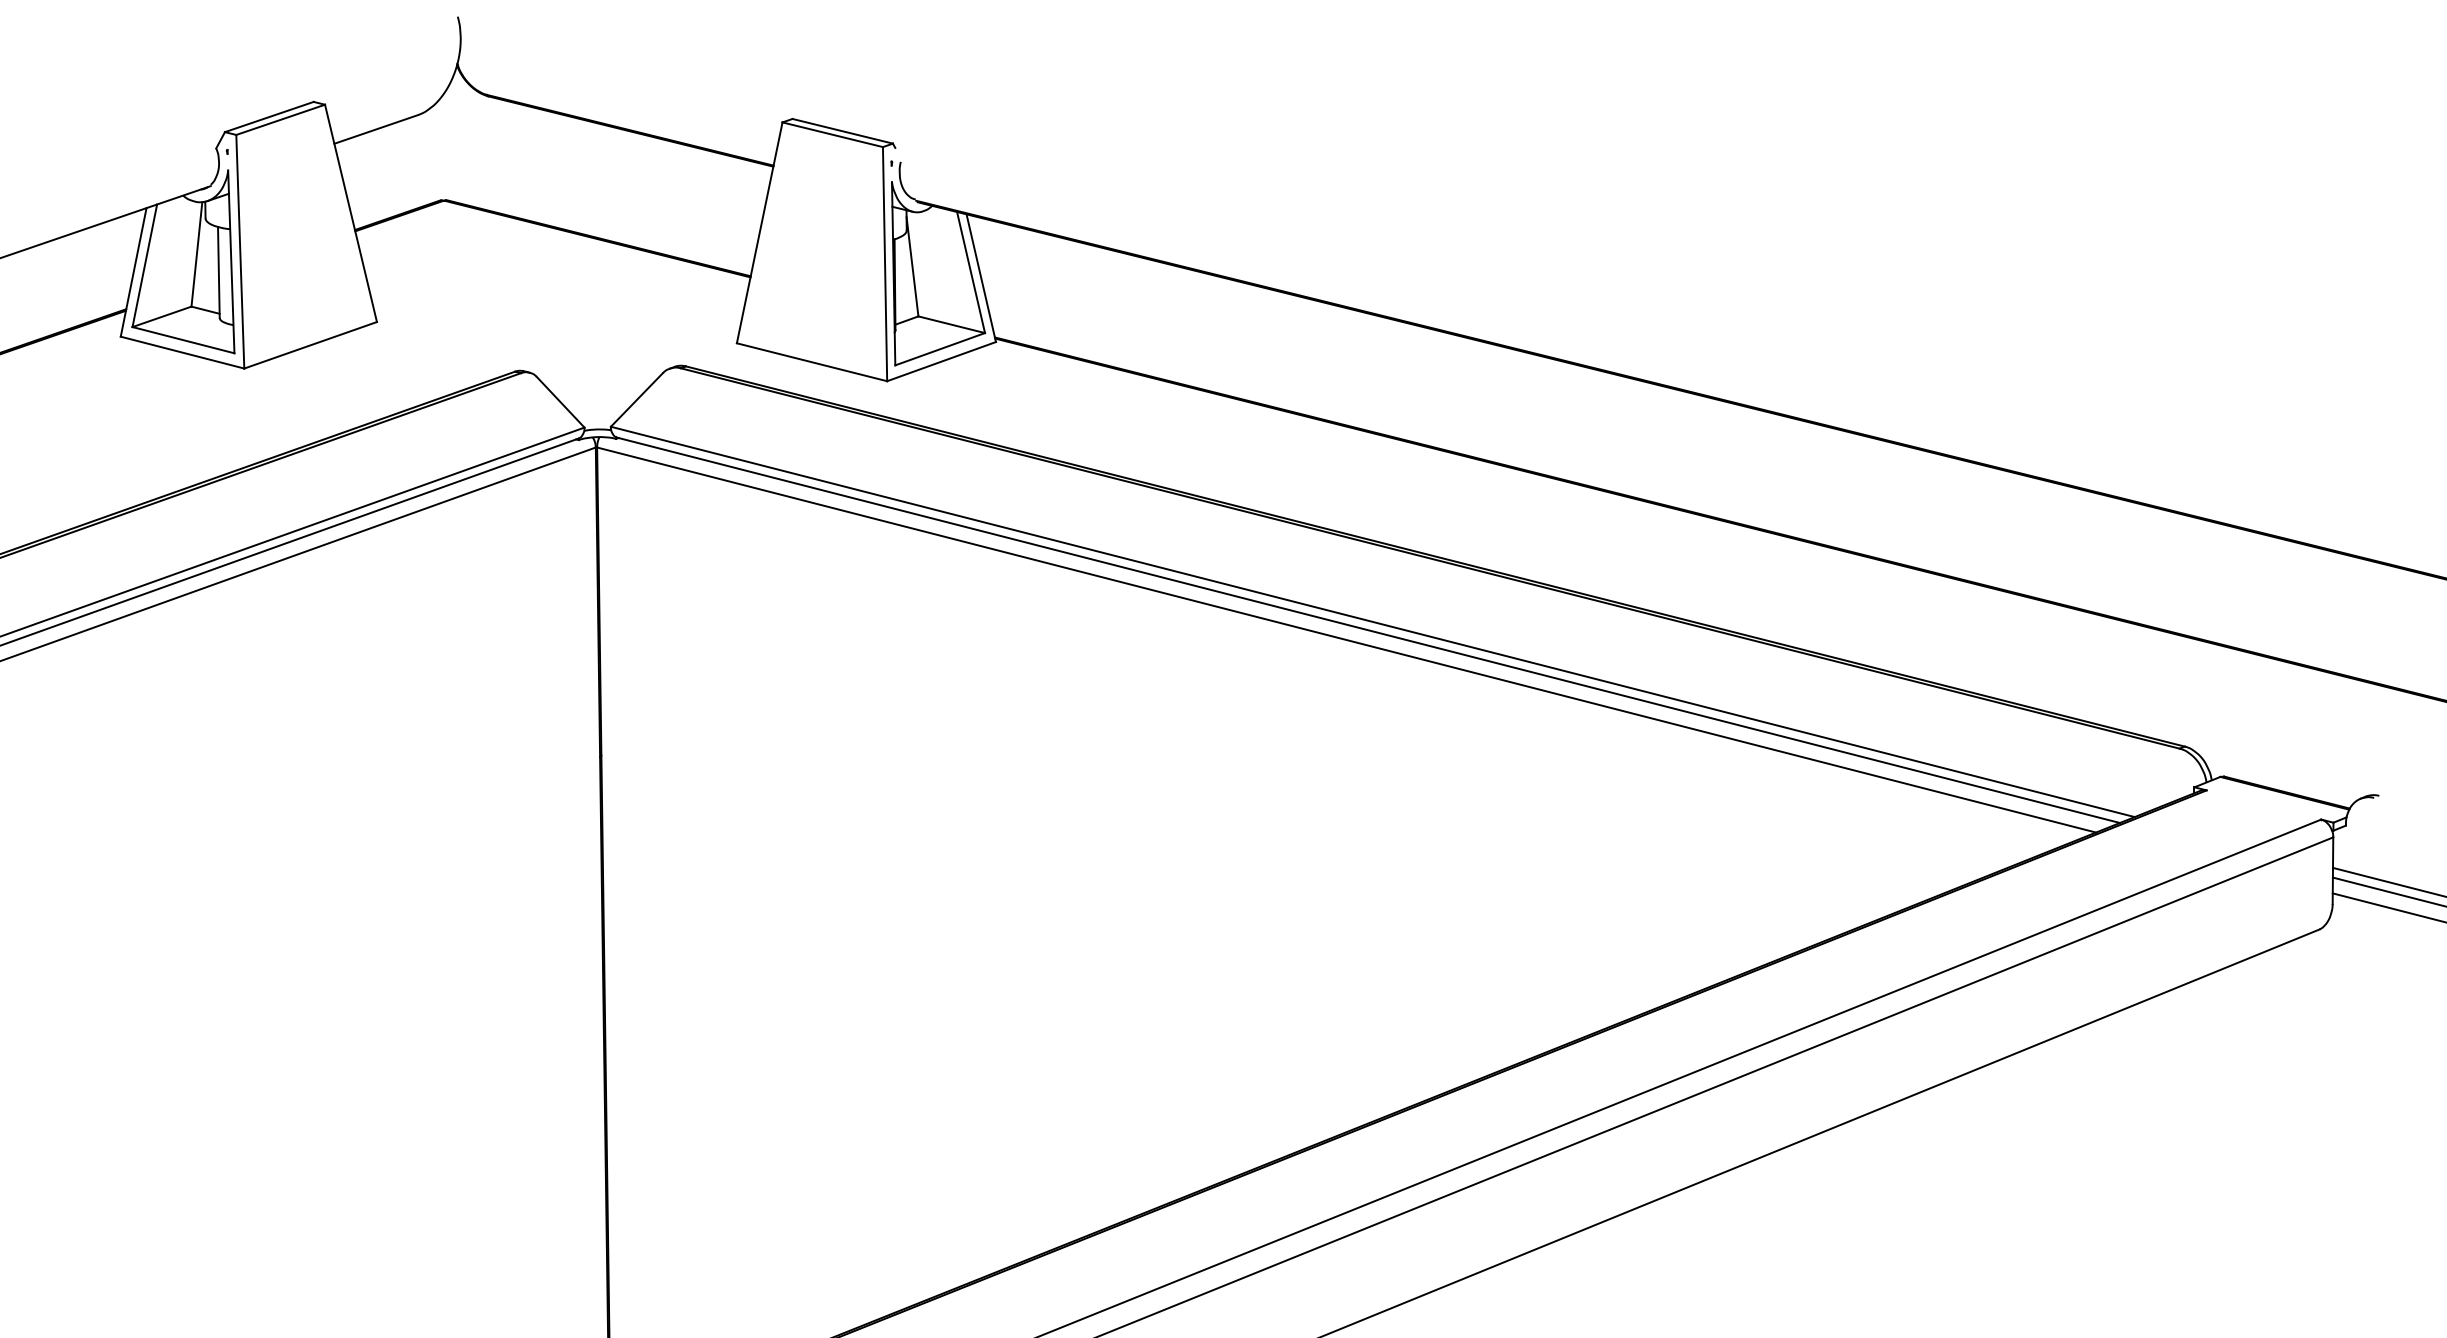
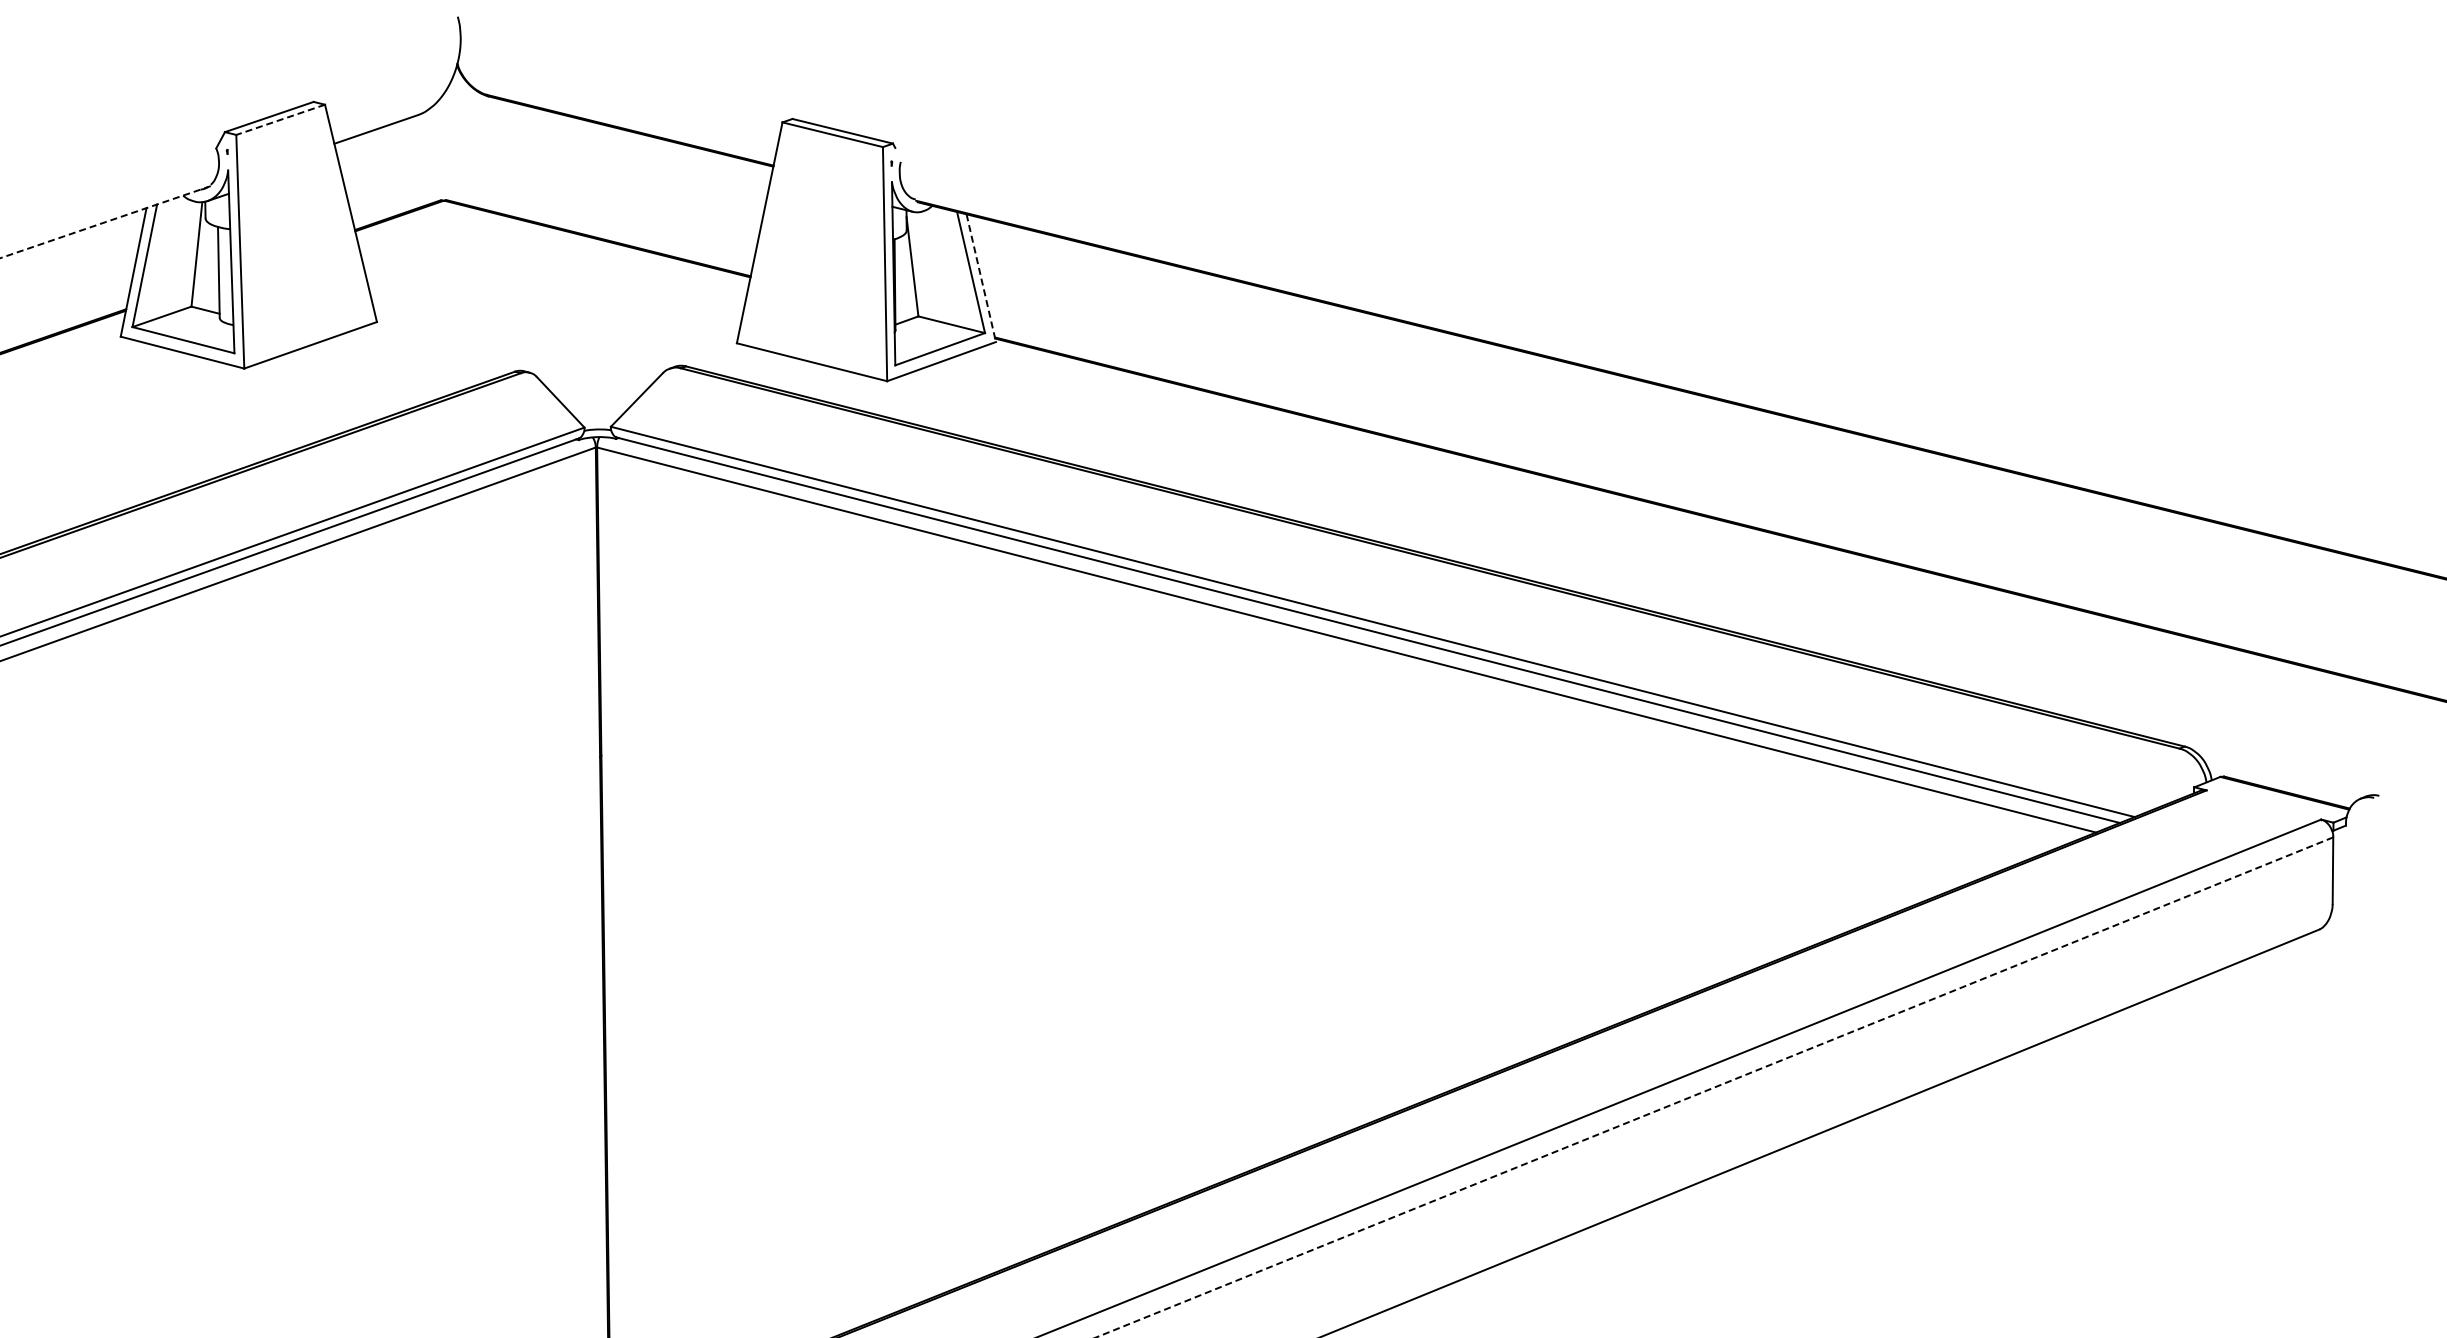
line at (280, 119): solid -> dashed
line at (104, 222): solid -> dashed
line at (981, 278): solid -> dashed
line at (2387, 881): present -> none
line at (2387, 891): present -> none
line at (2387, 907): present -> none
line at (1714, 1087): solid -> dashed
